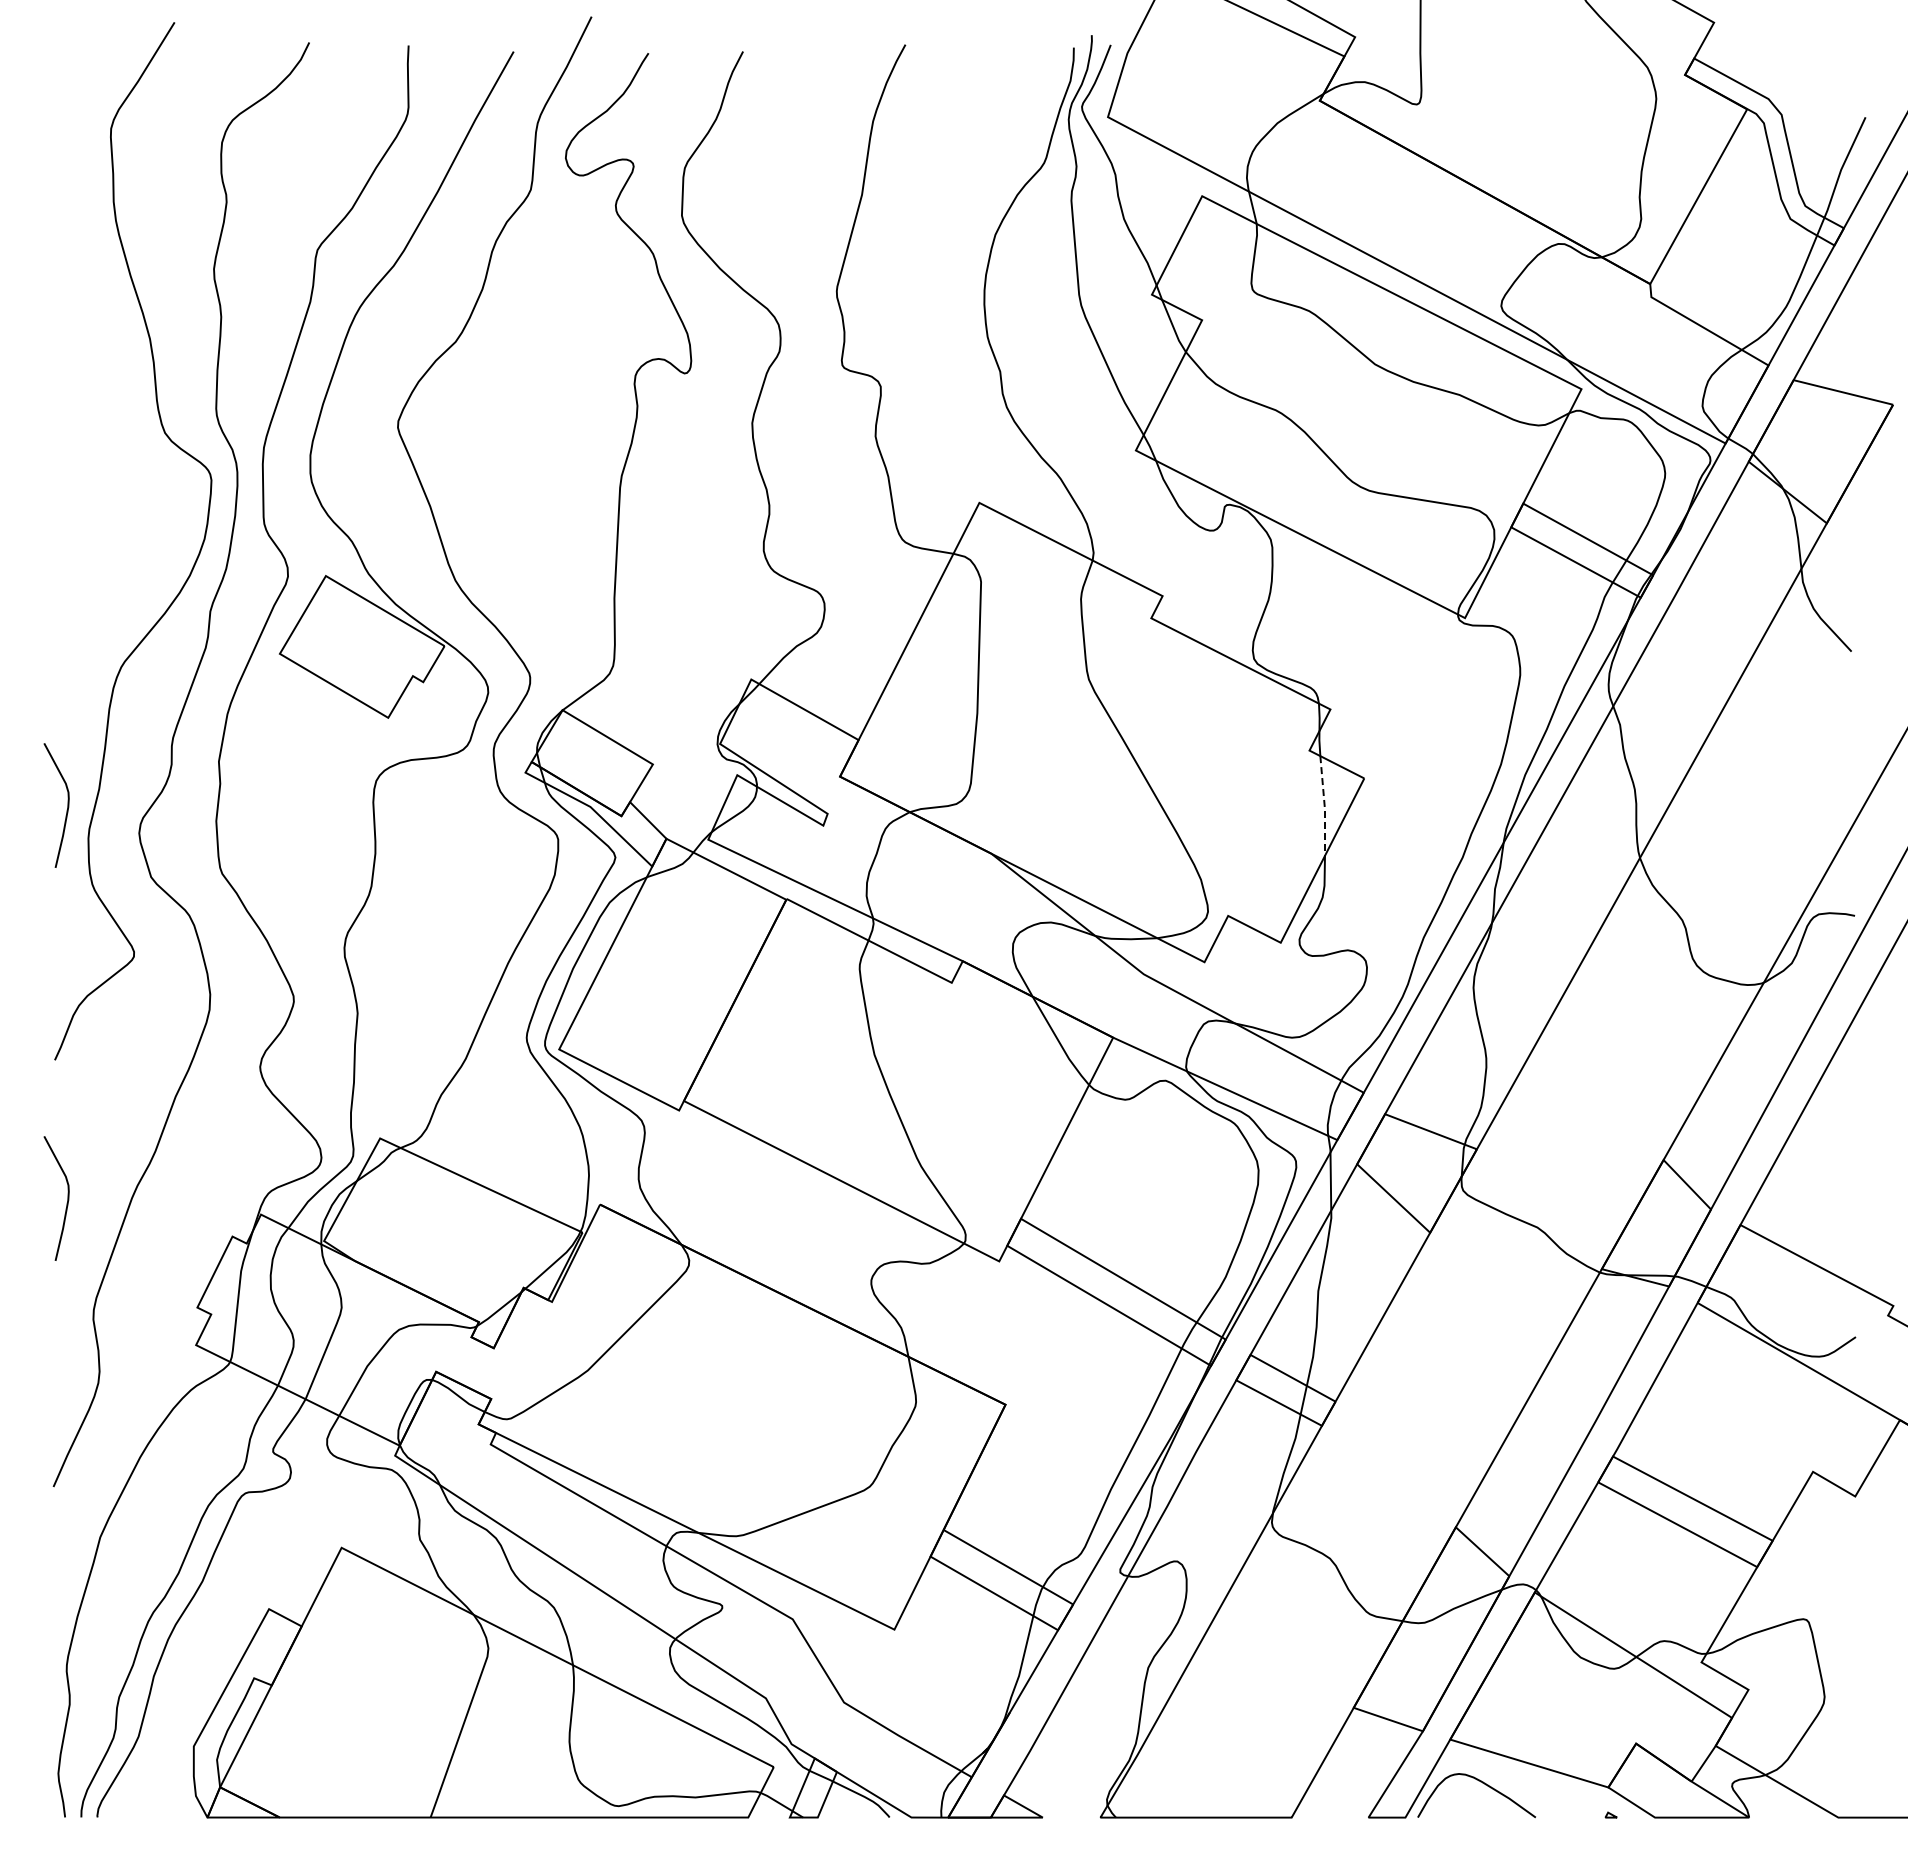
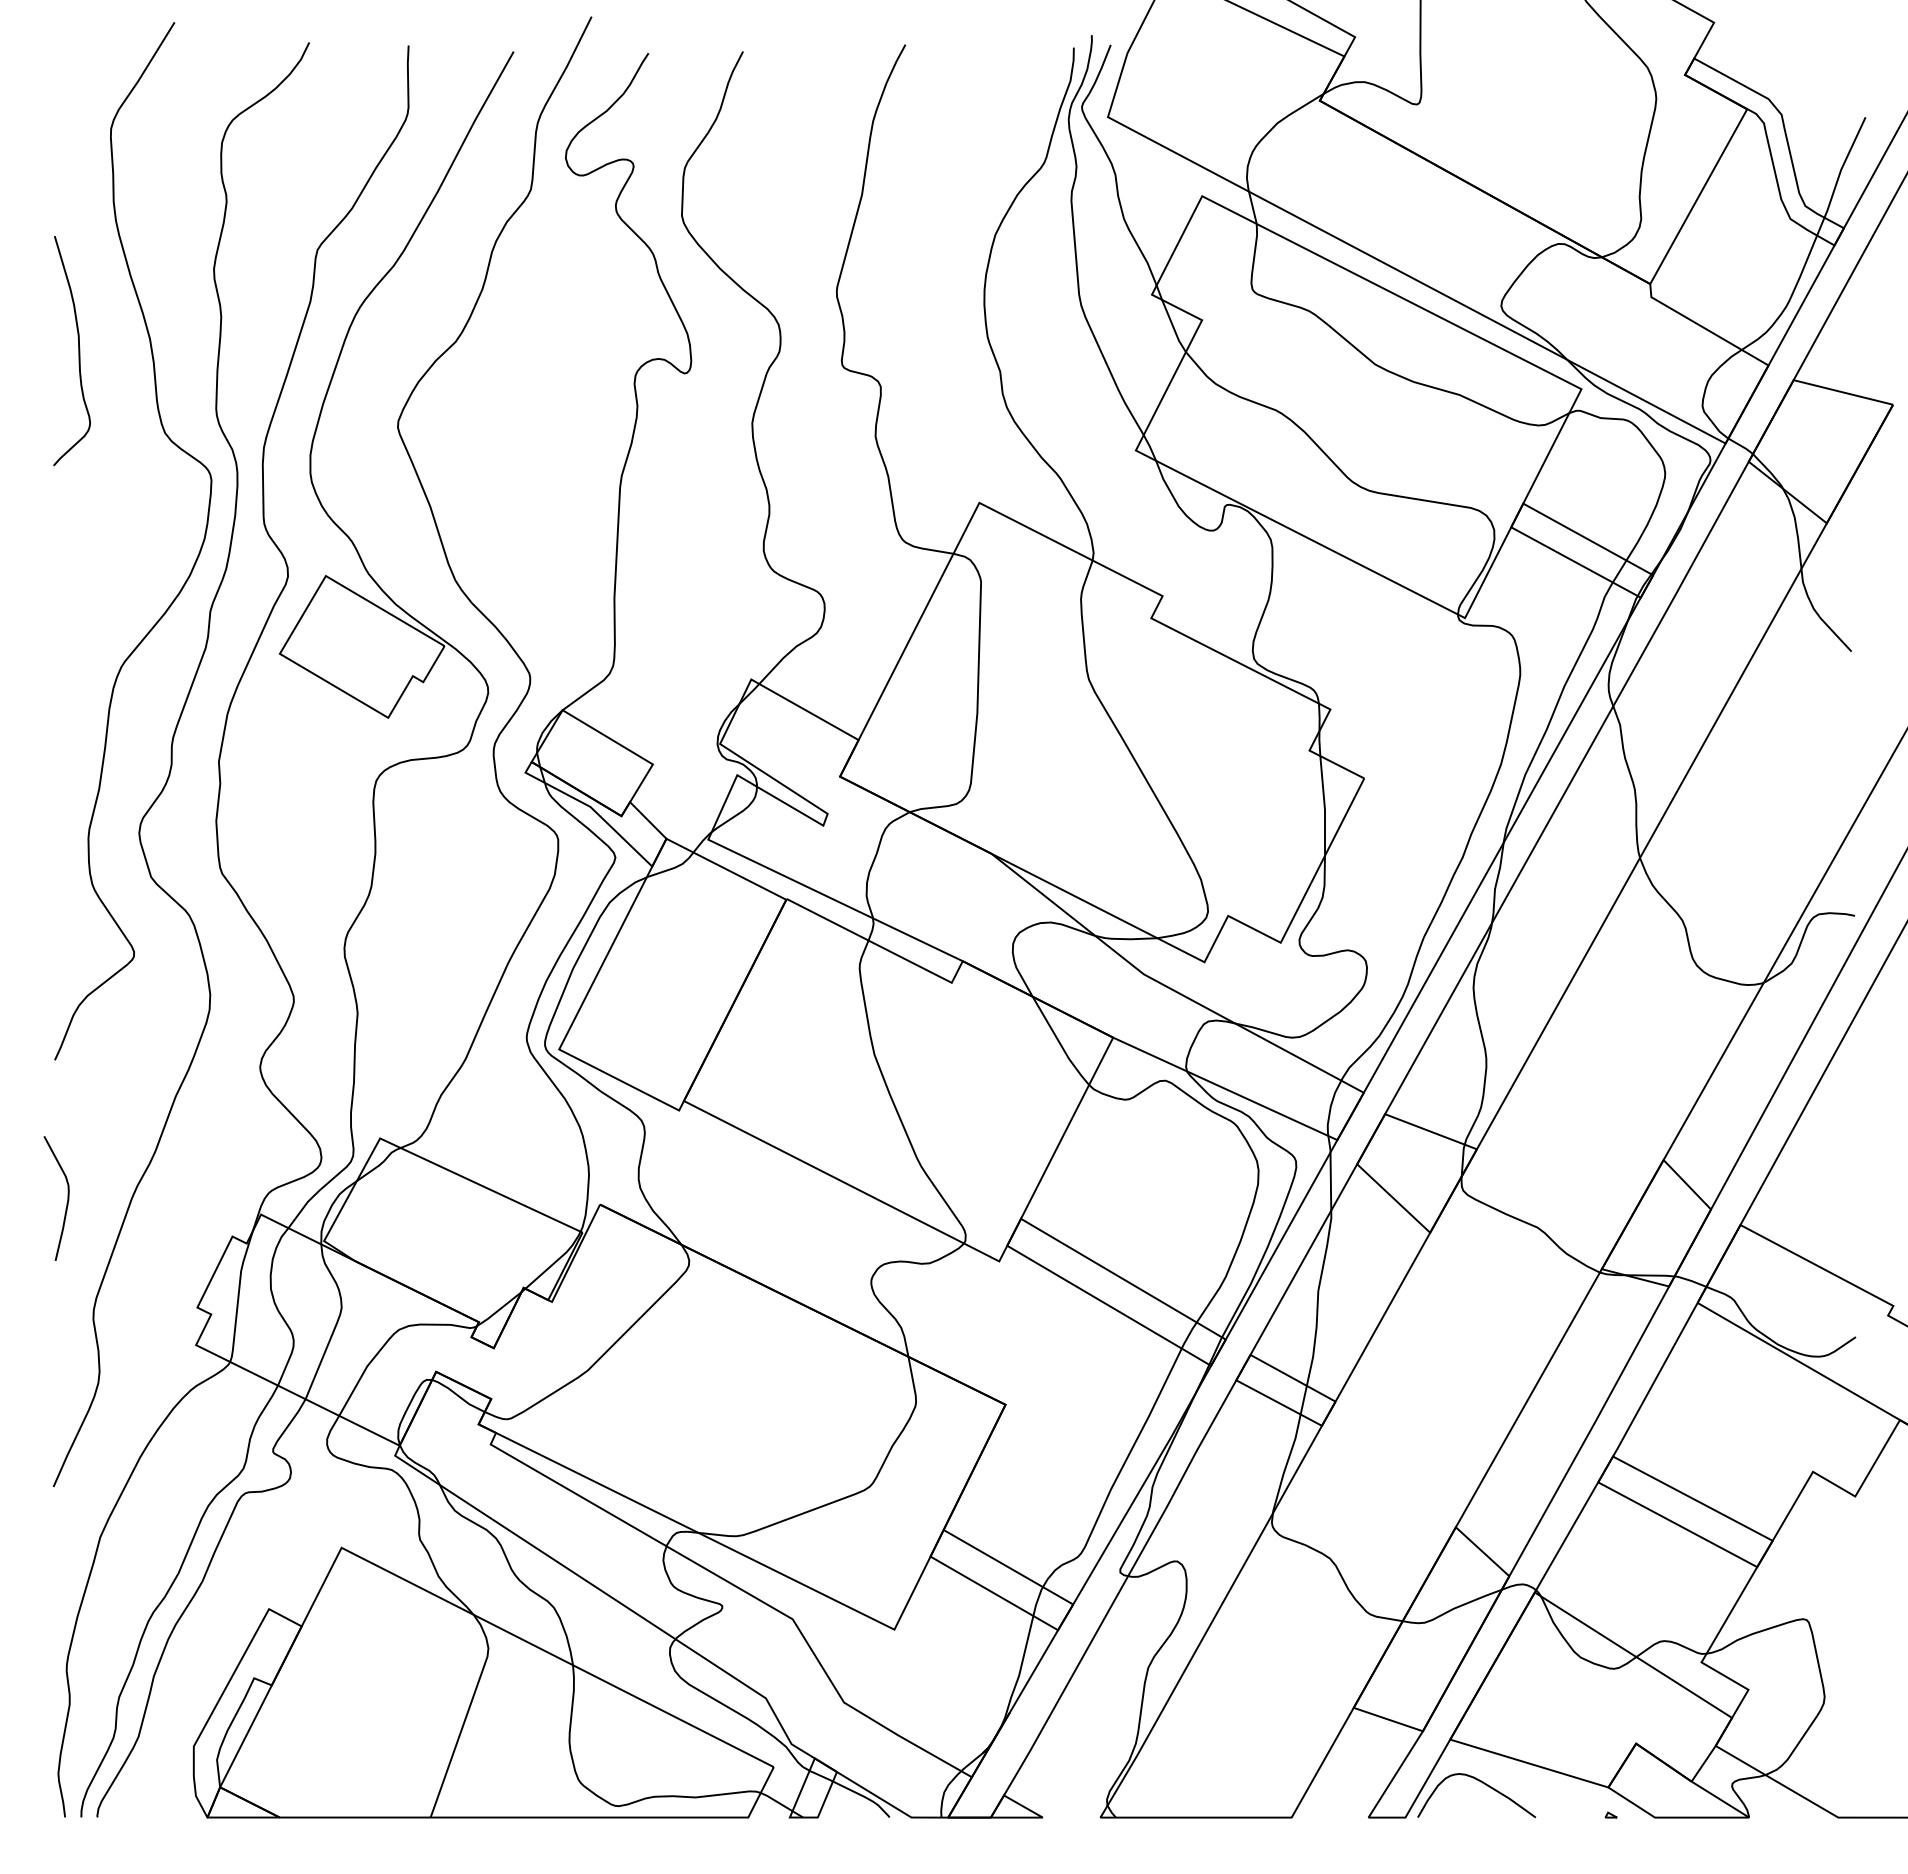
curve at (78, 351): none -> present
curve at (67, 805): present -> none
line at (1324, 806): dashed -> solid
